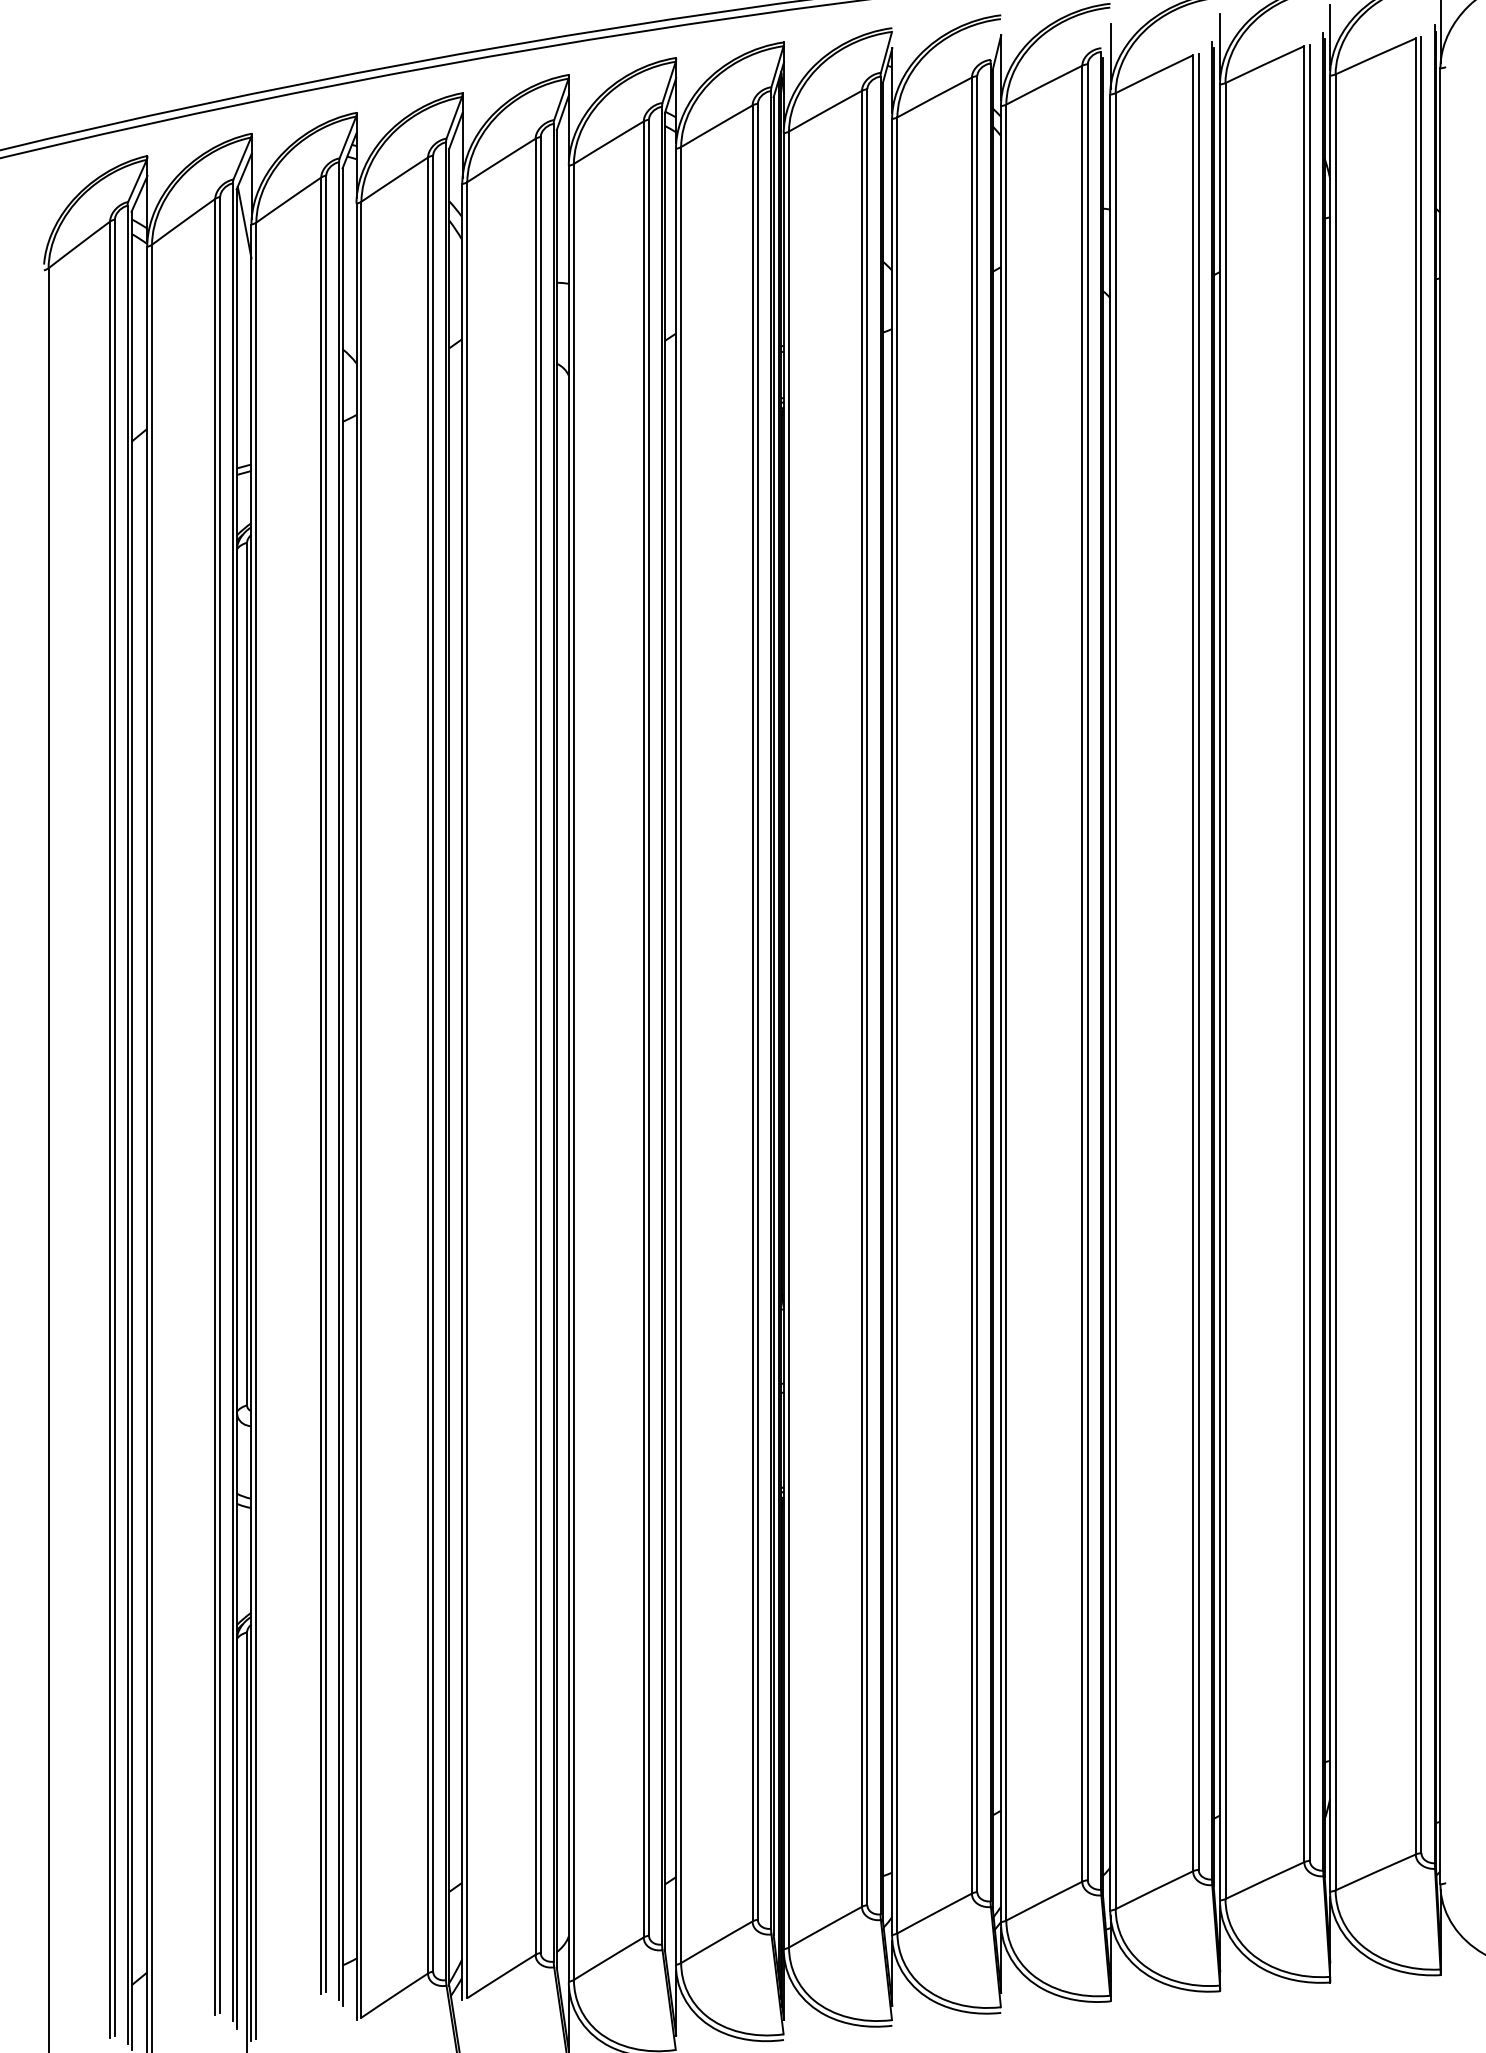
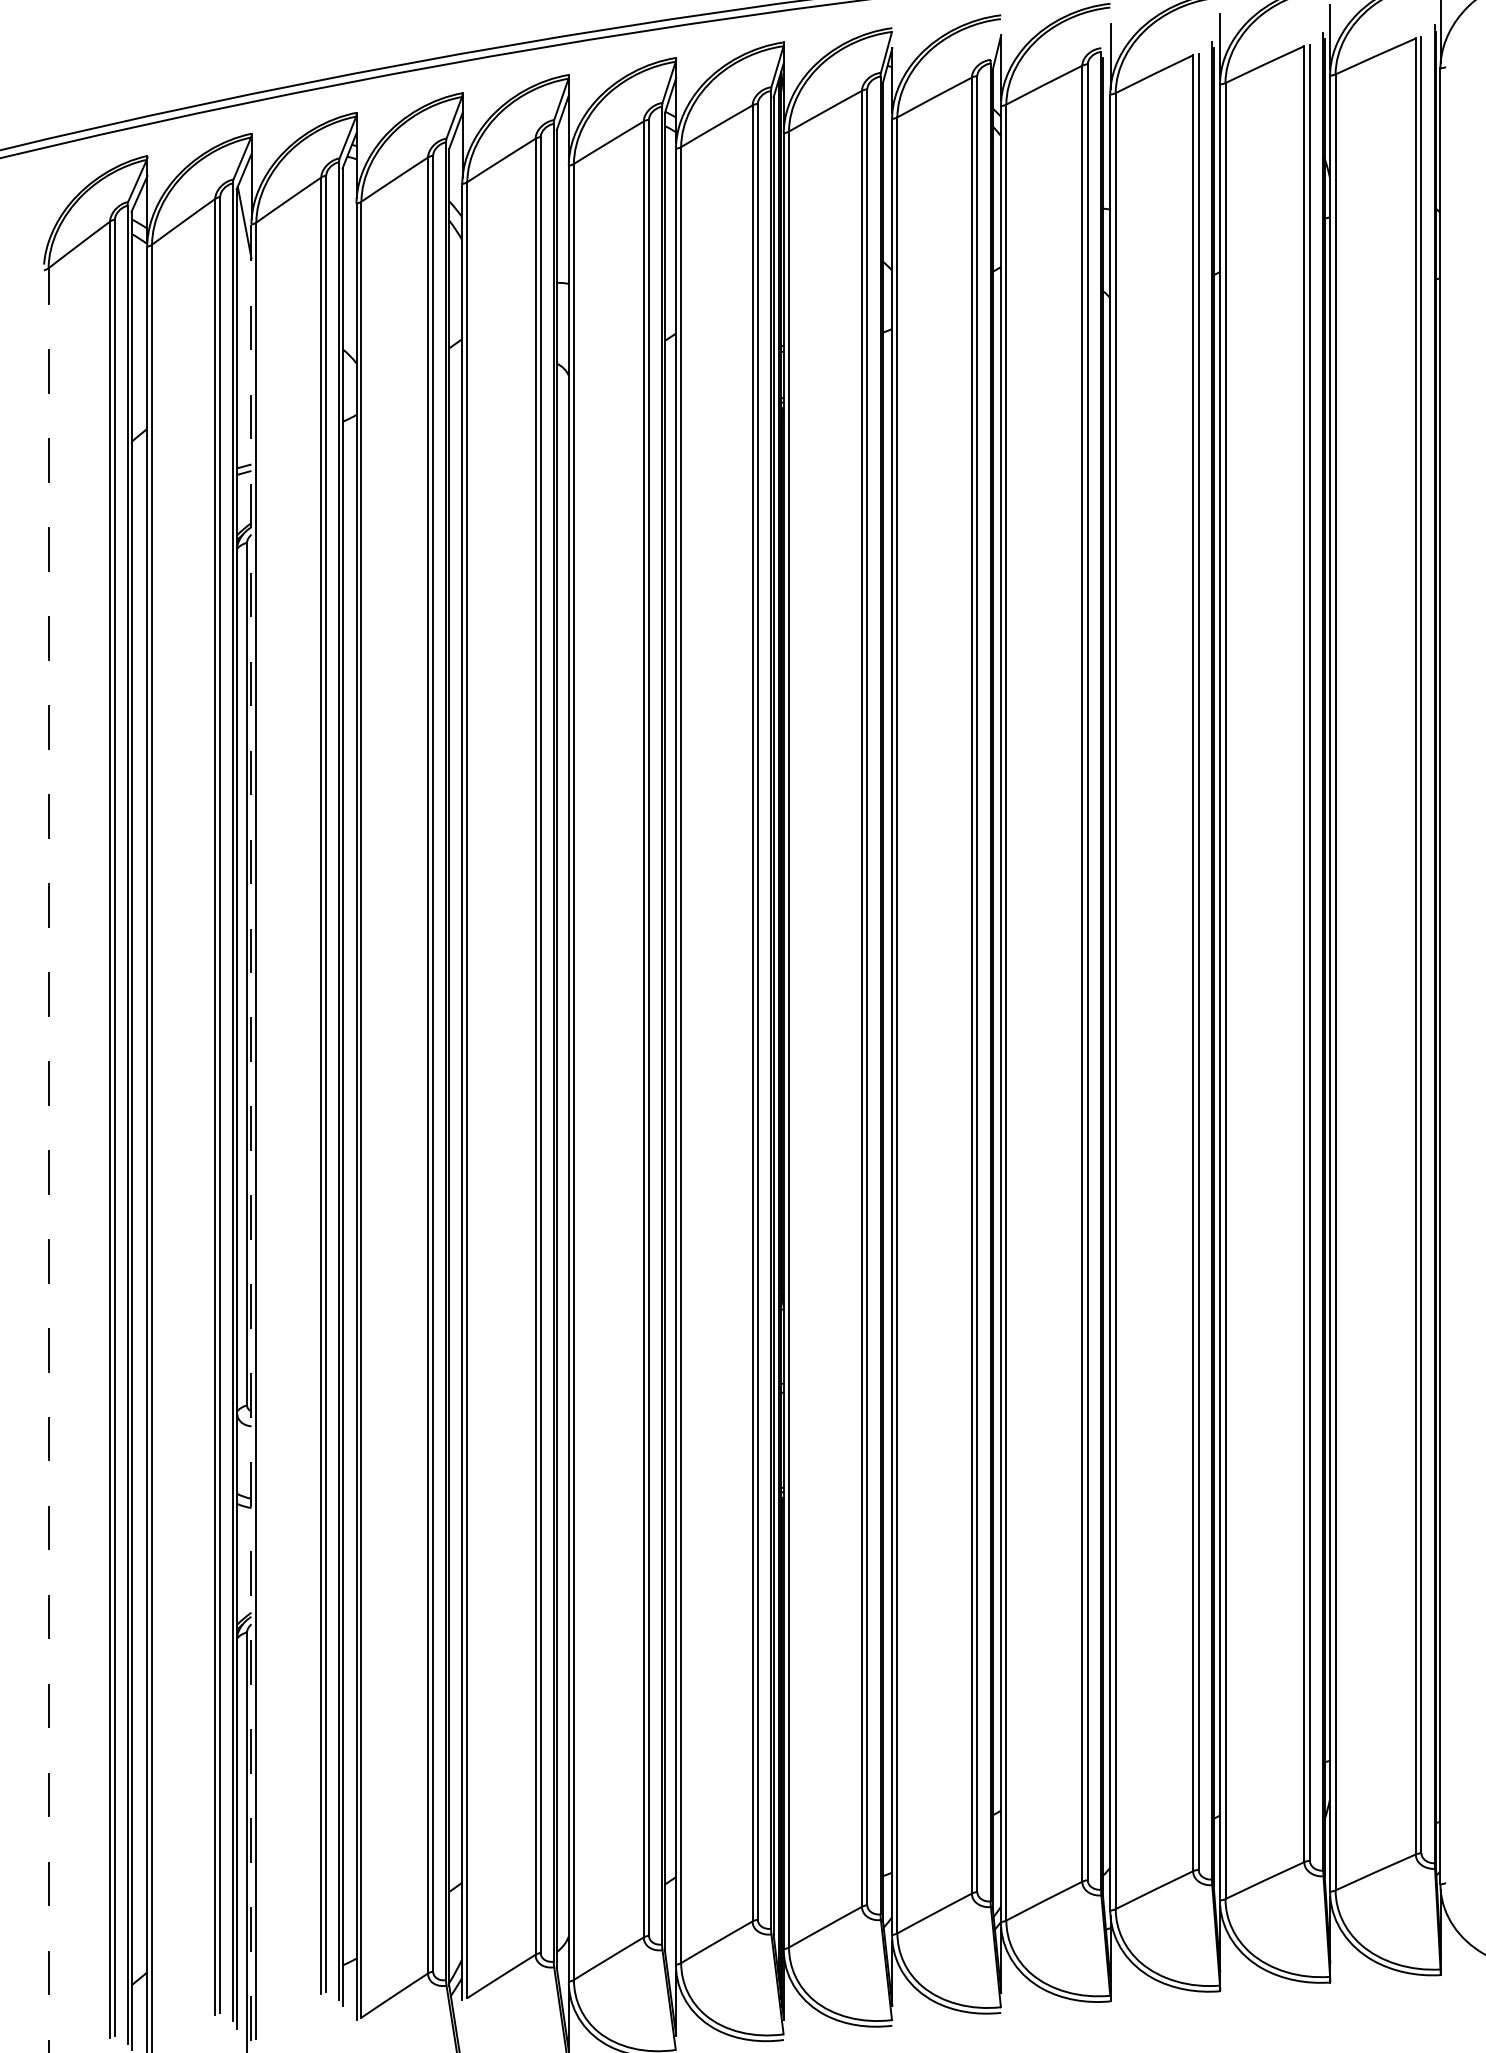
line at (251, 1132): solid -> dashed
line at (48, 1160): solid -> dashed
